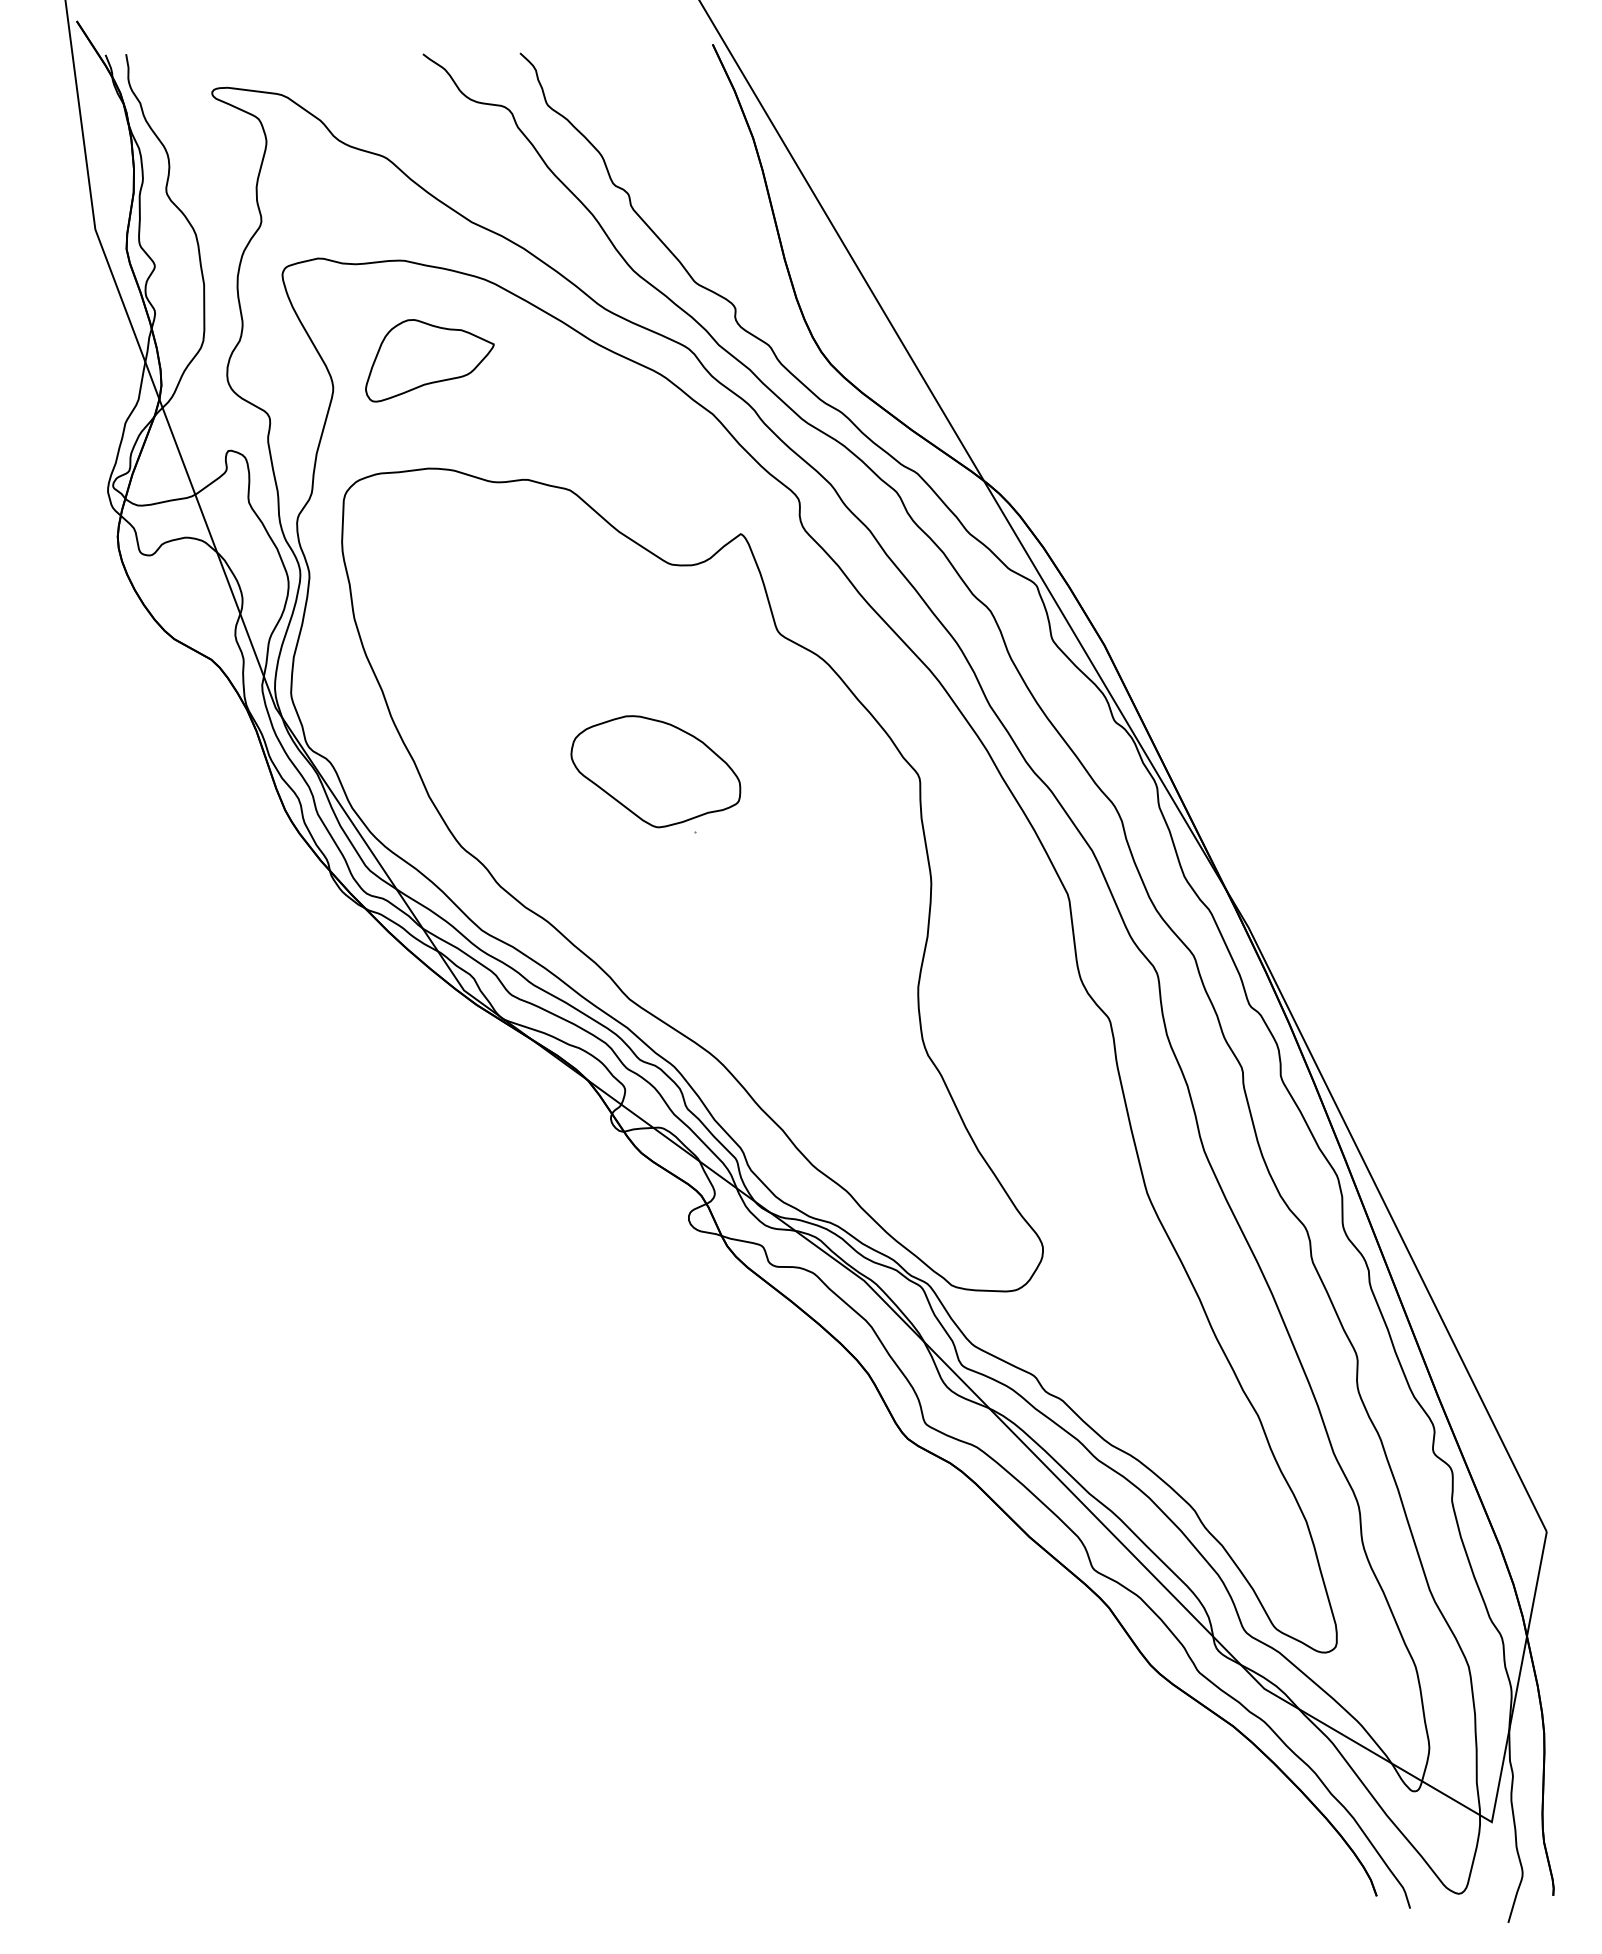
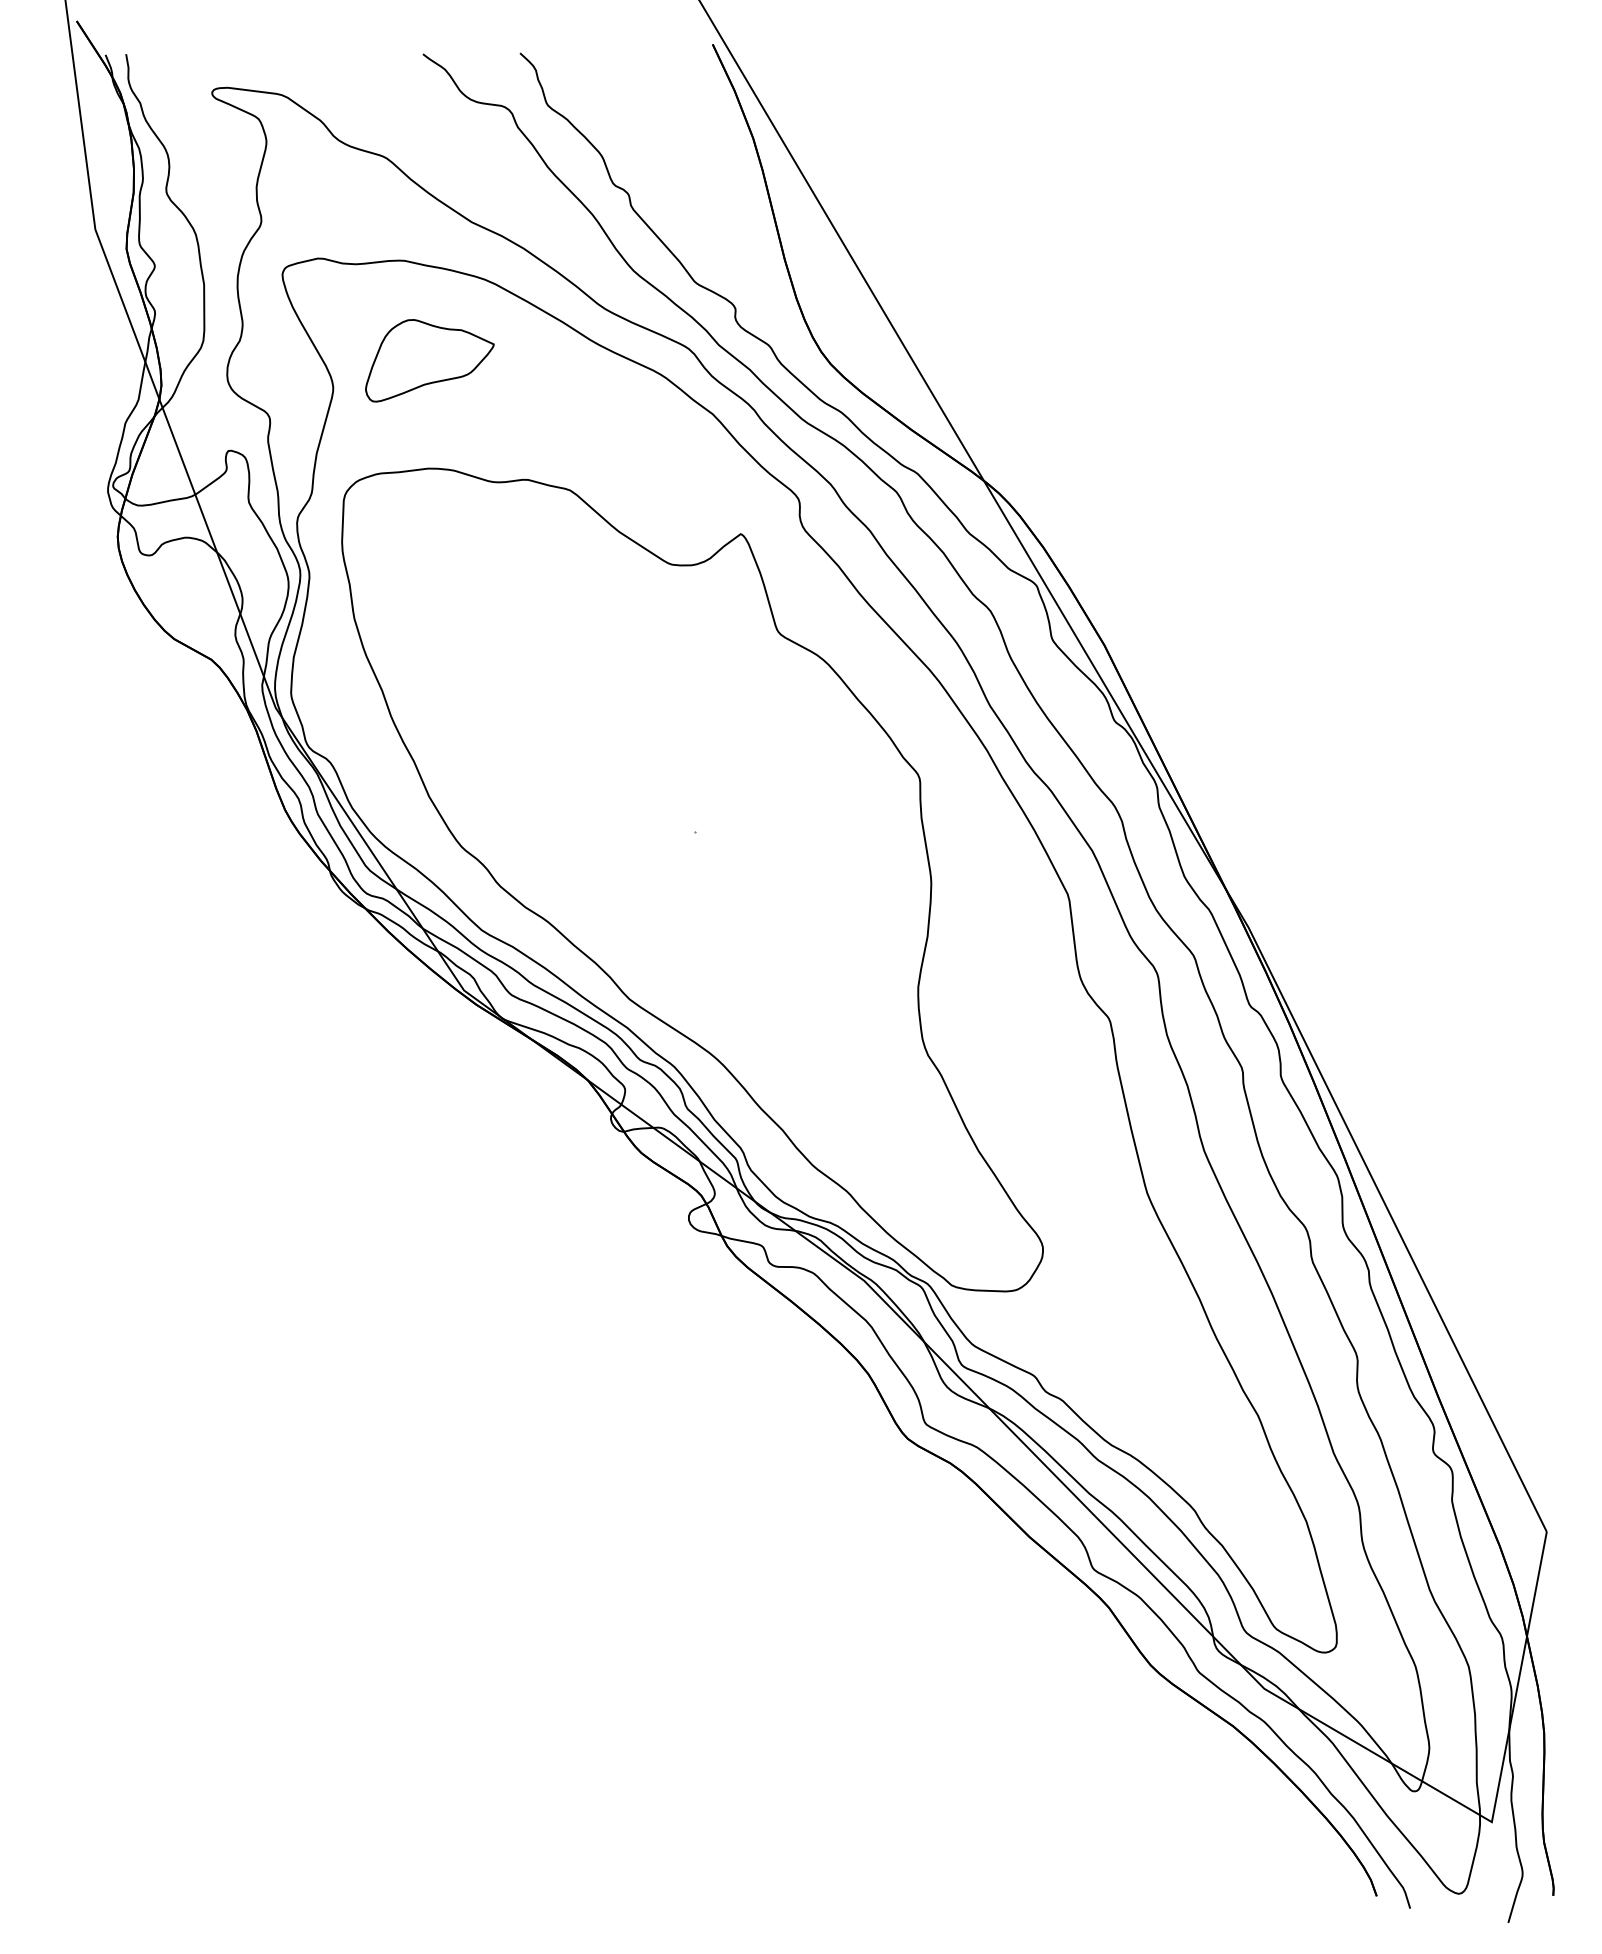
part at (655, 771): present -> none
